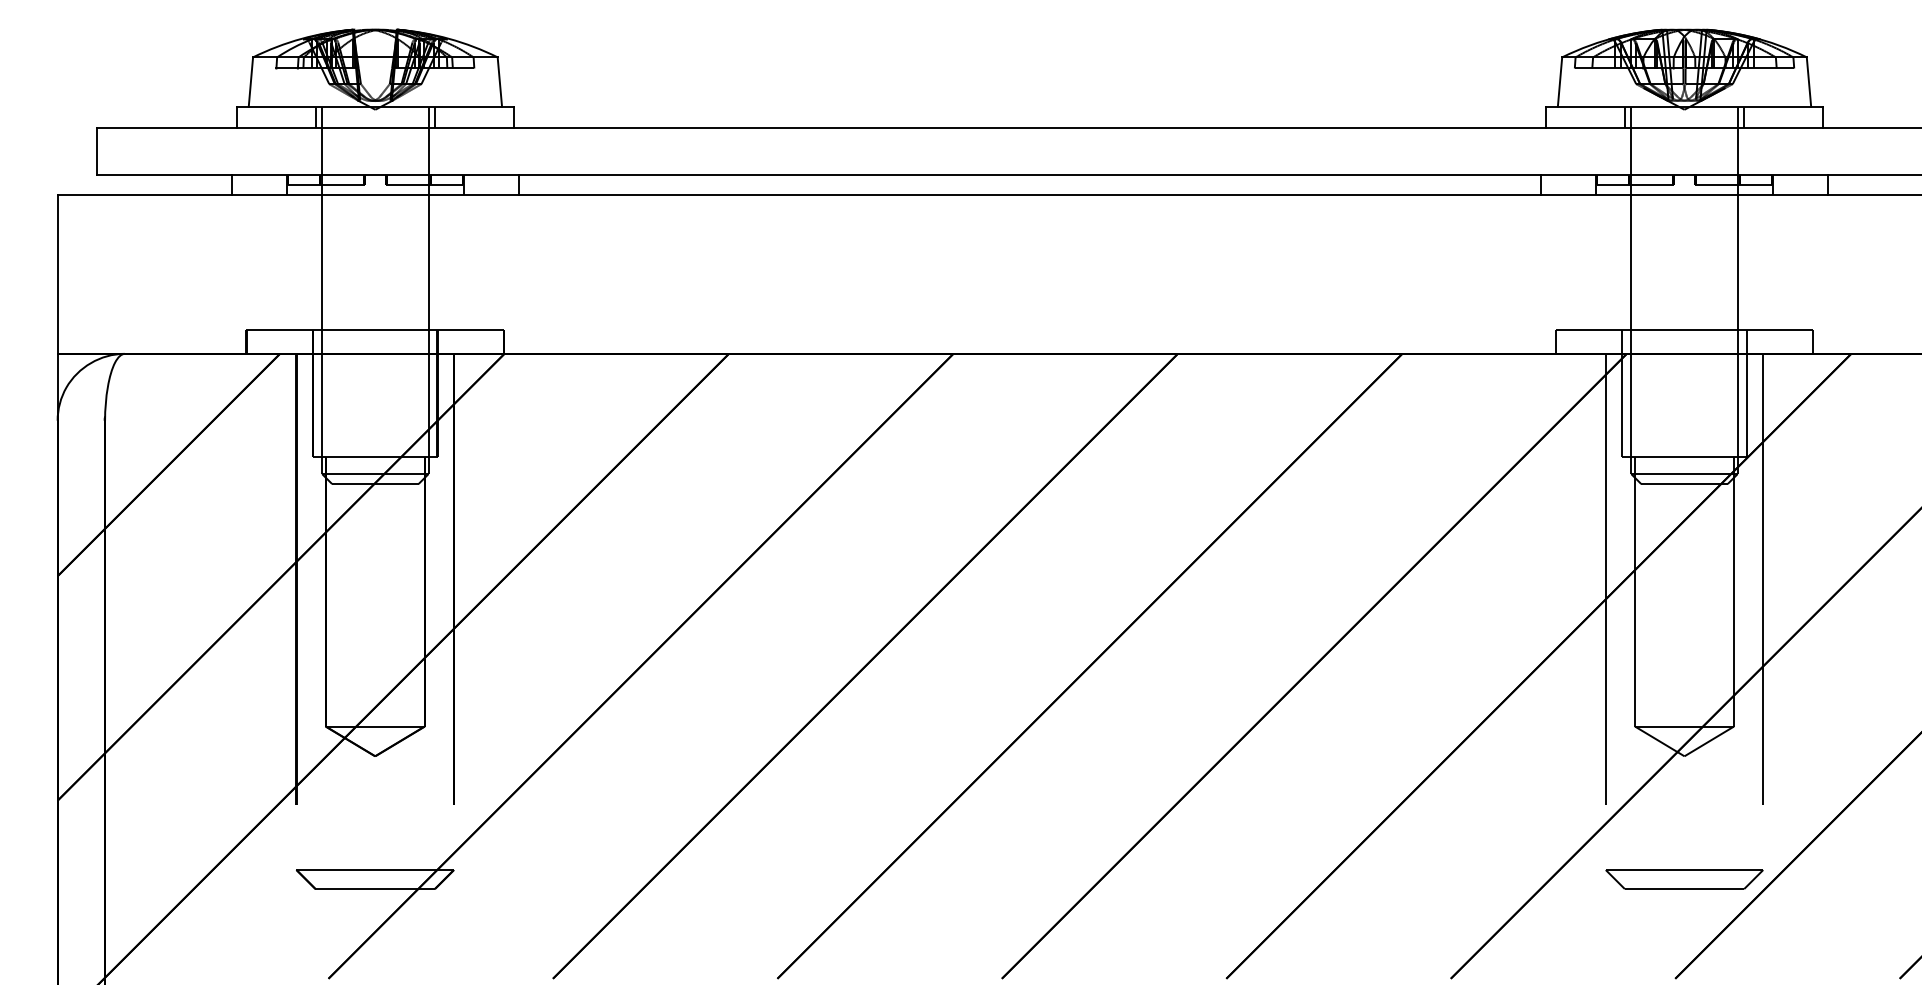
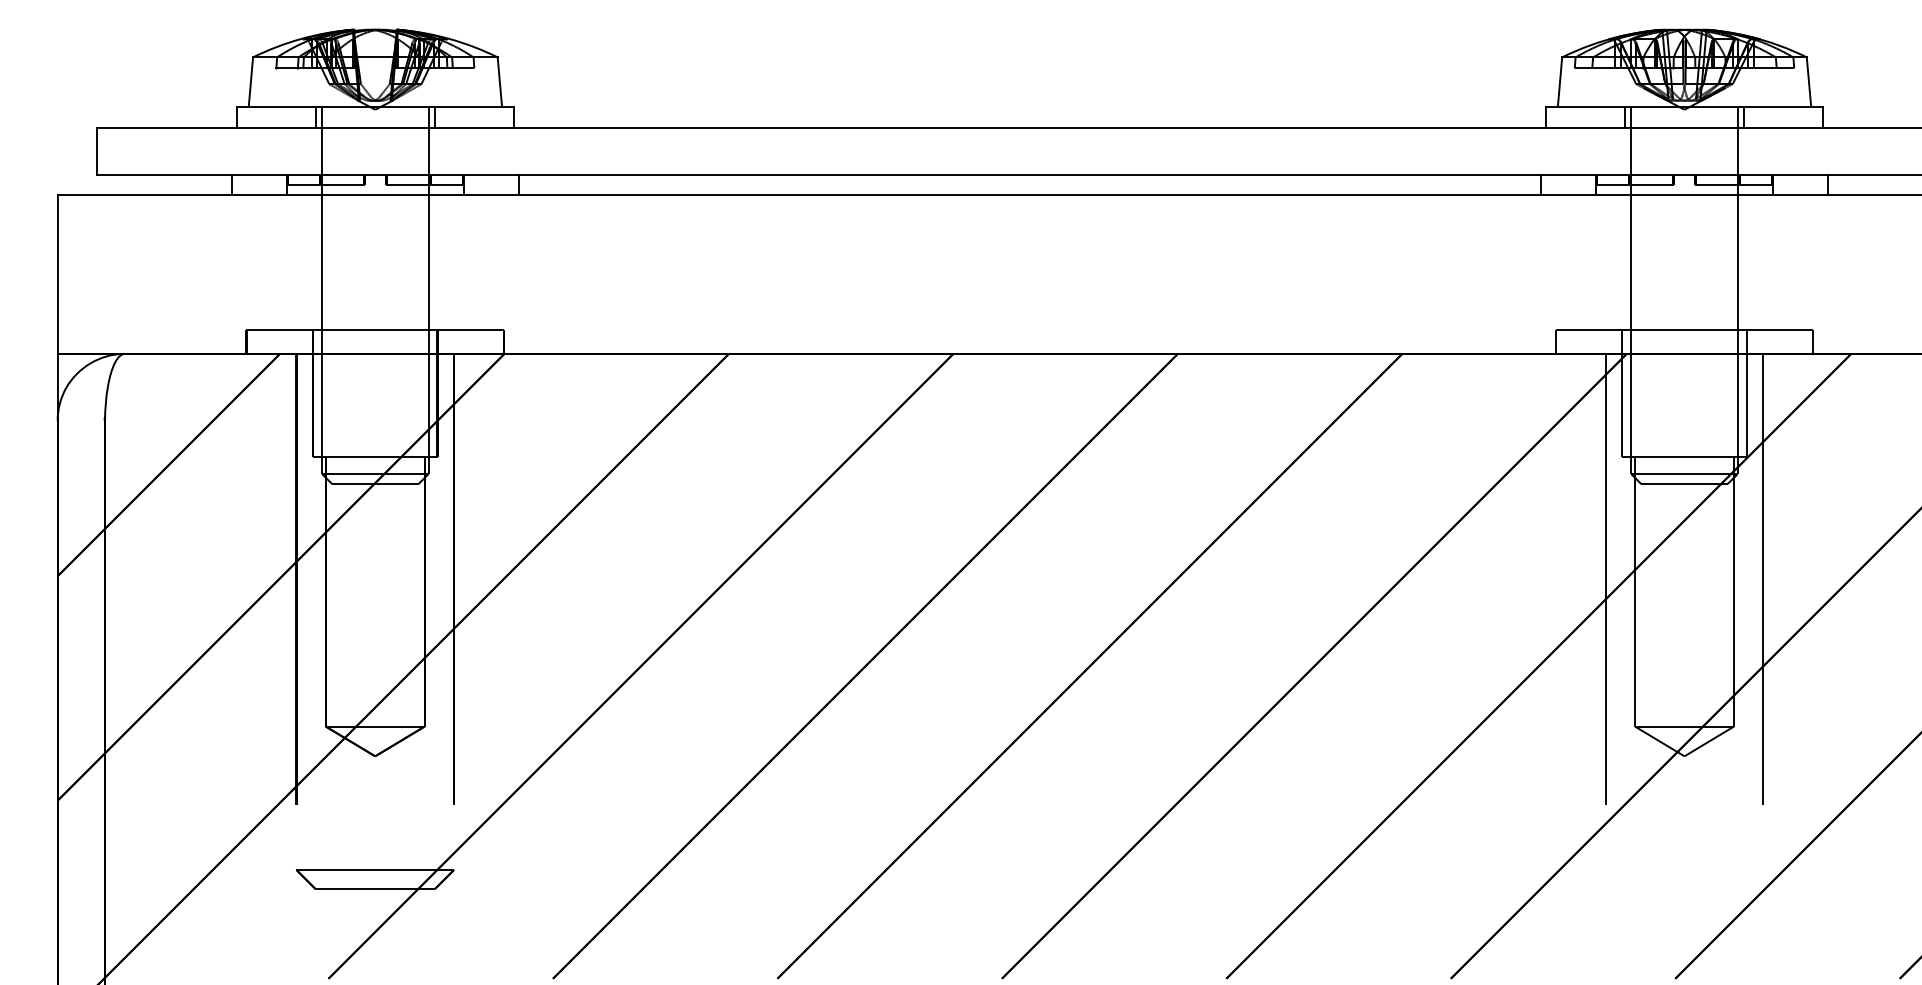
part at (1684, 879): present -> none
